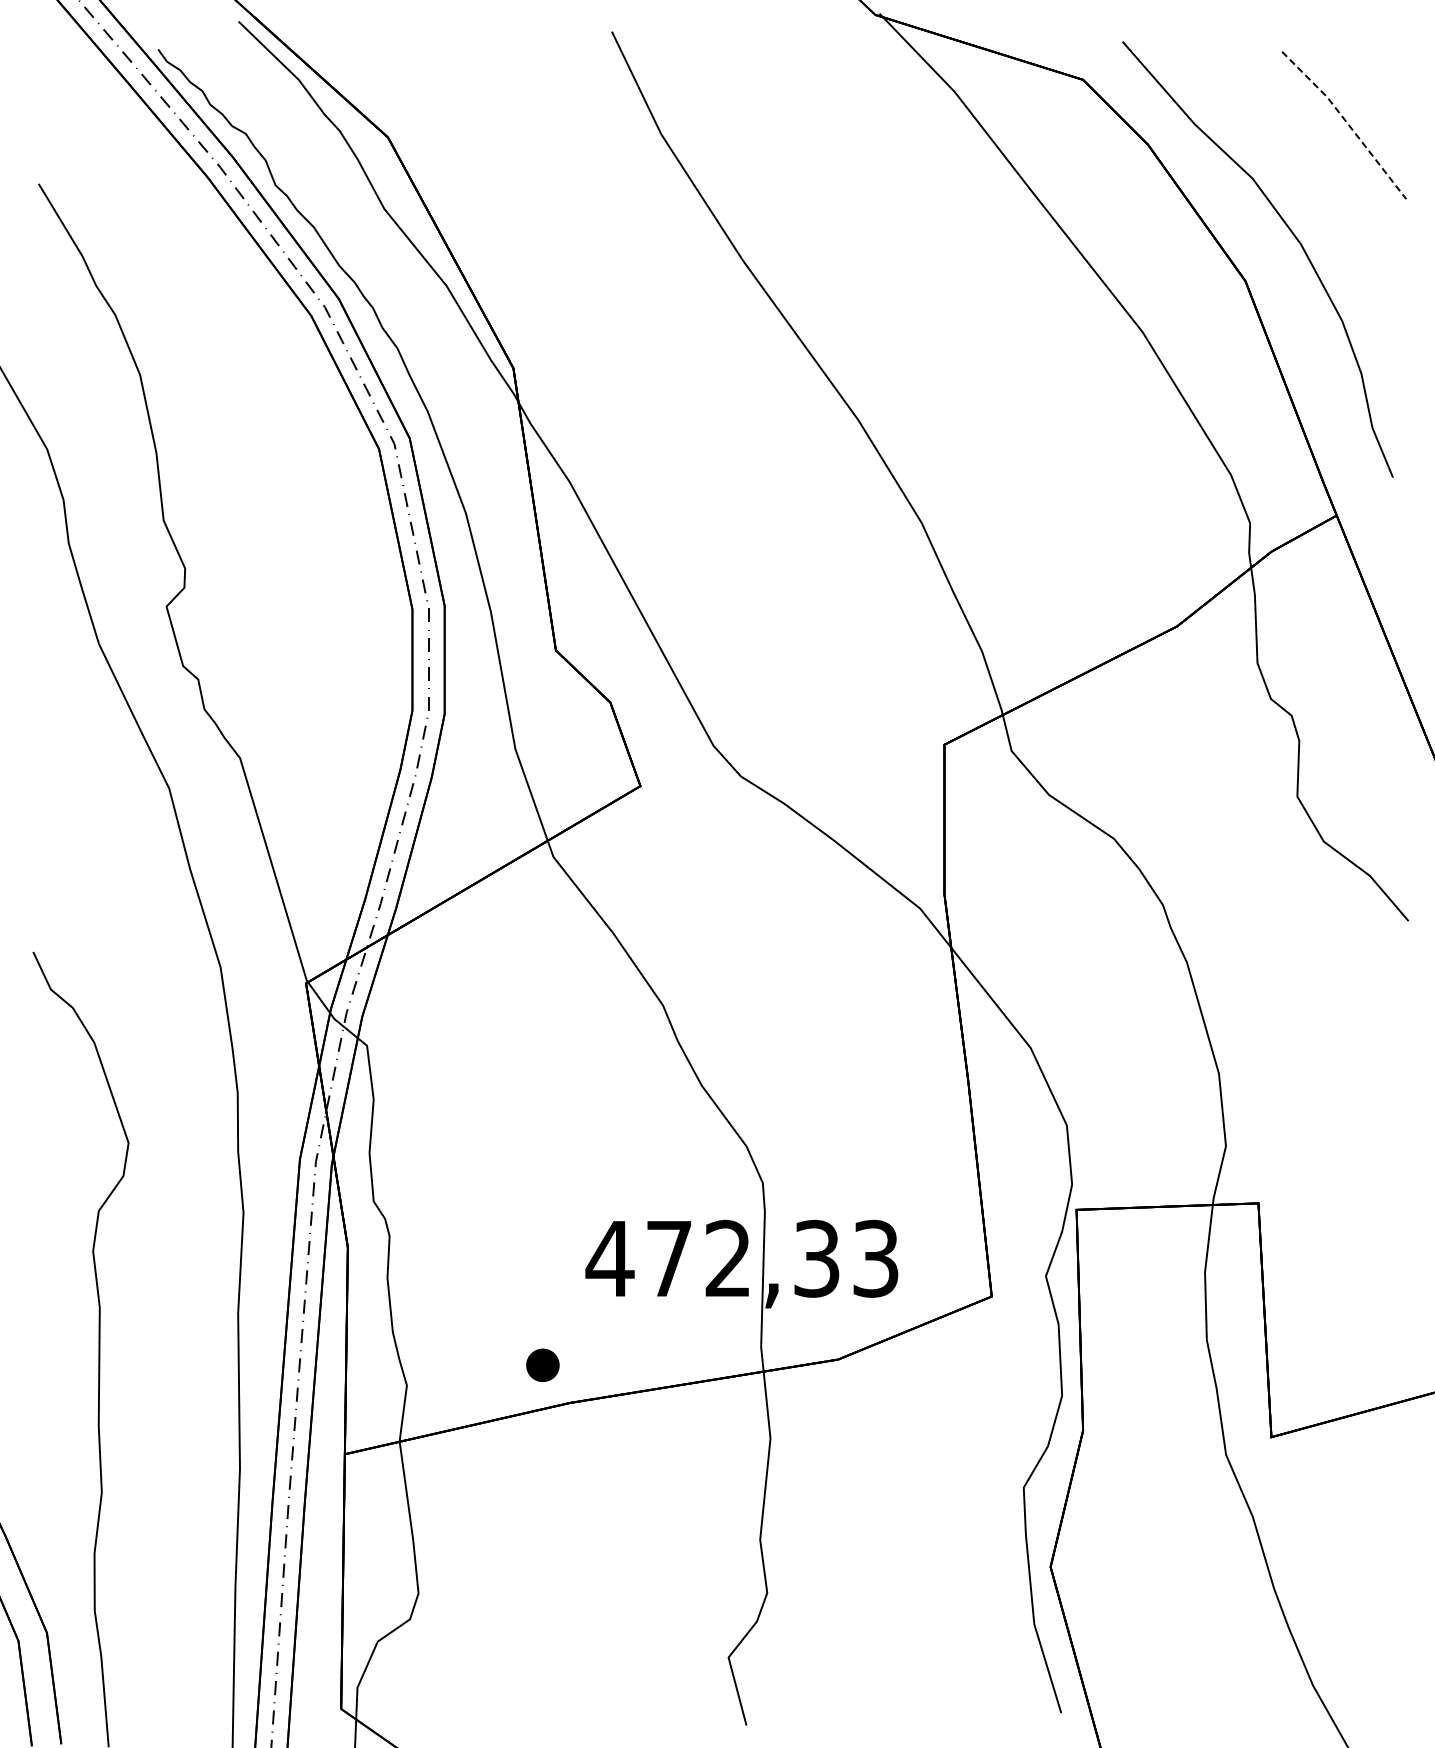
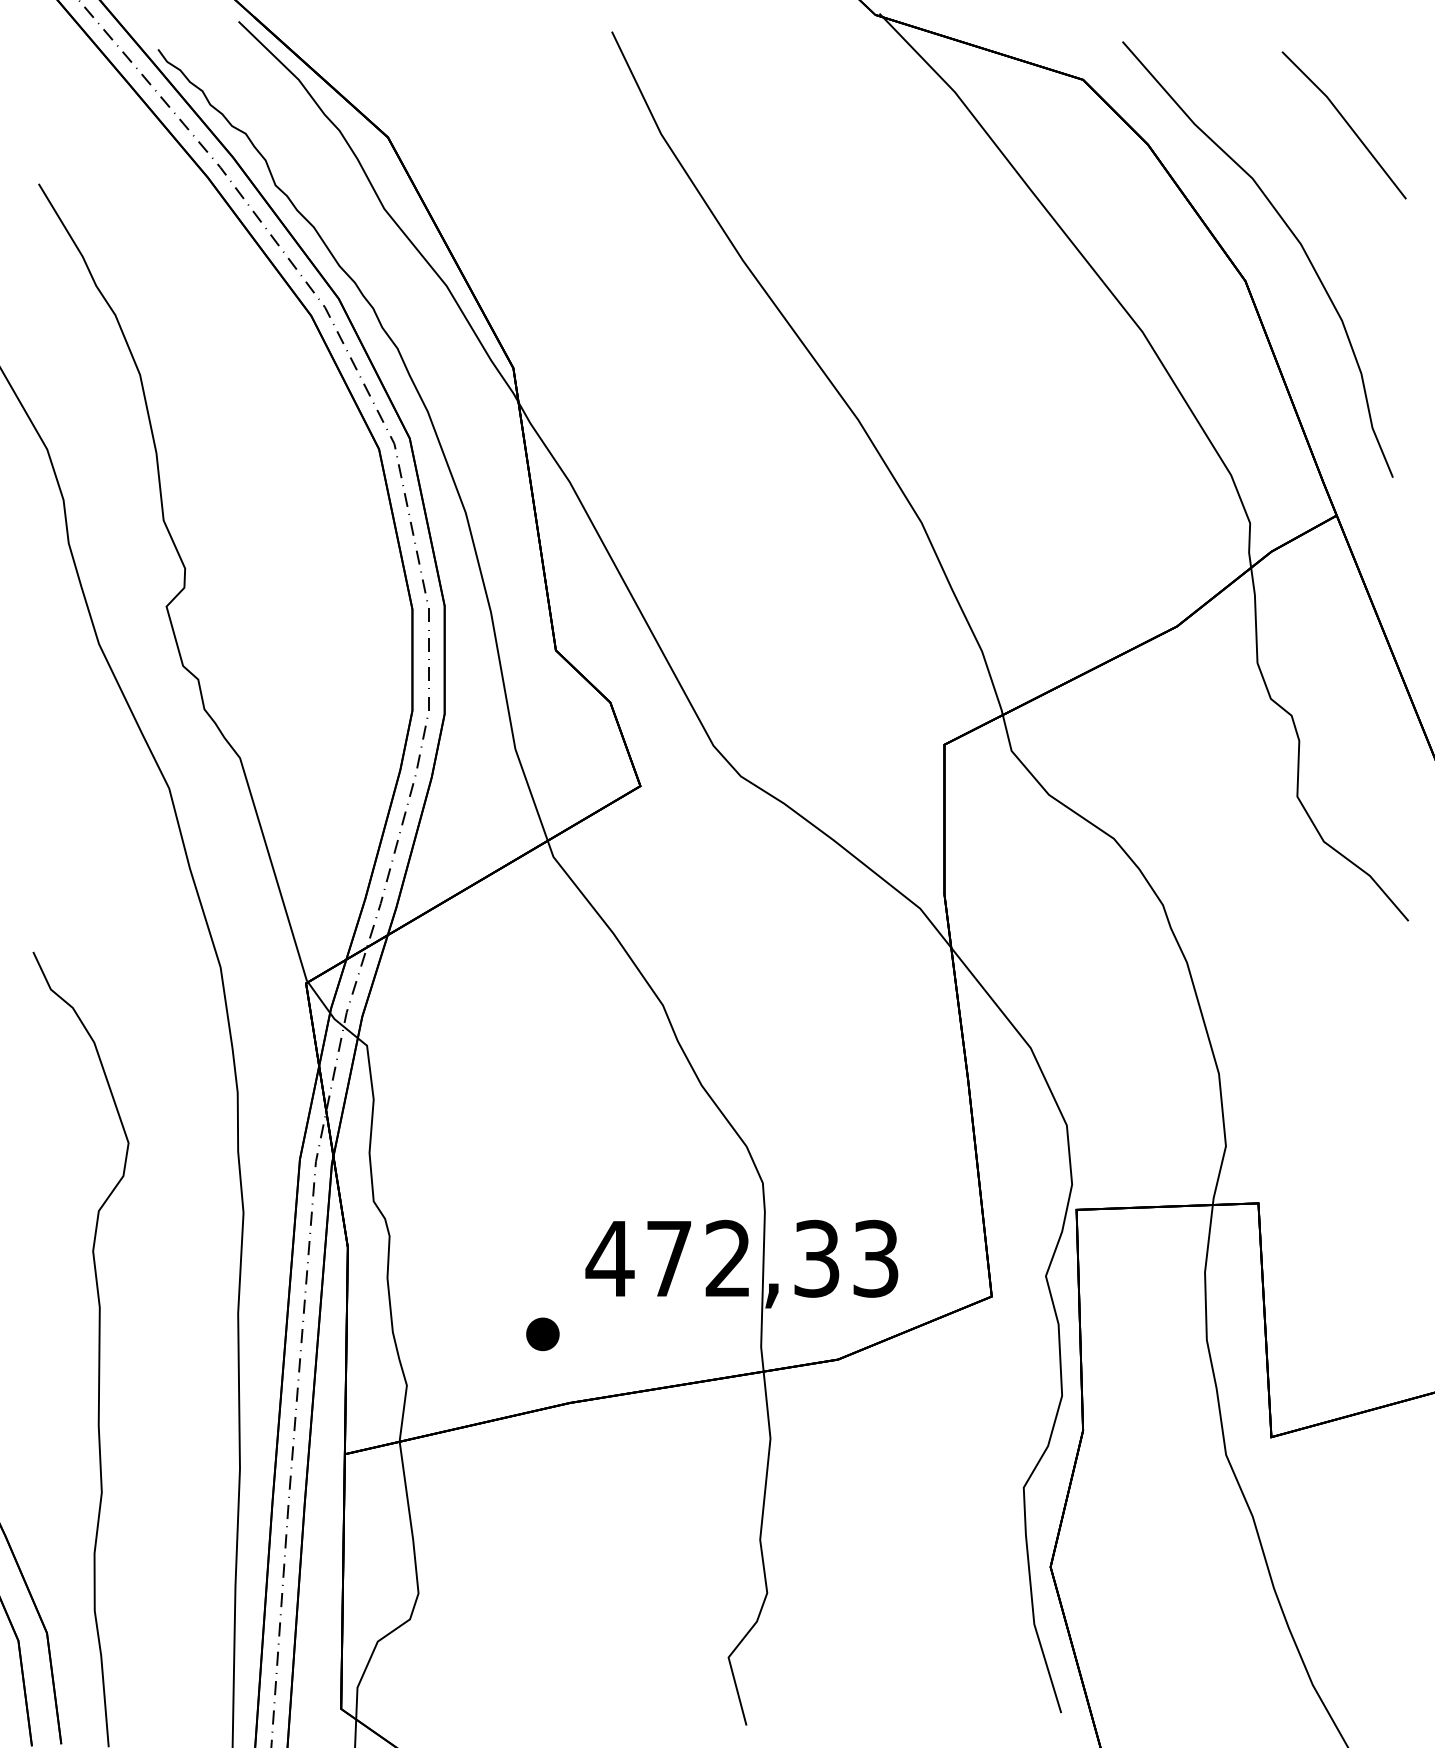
line at (1347, 122): dashed -> solid
part at (542, 1365) position: (542, 1365) -> (542, 1334)
